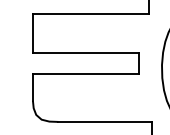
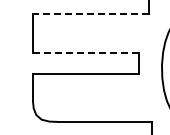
line at (90, 13): solid -> dashed
line at (86, 52): solid -> dashed
